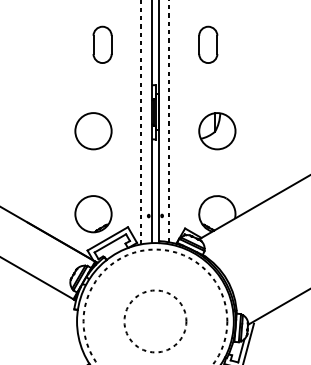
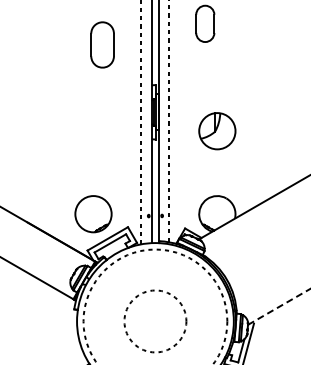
part at (102, 44) size: 21x39 px -> 25x48 px
part at (208, 44) position: (208, 44) -> (205, 23)
circle at (93, 131): present -> none
line at (279, 306): solid -> dashed
